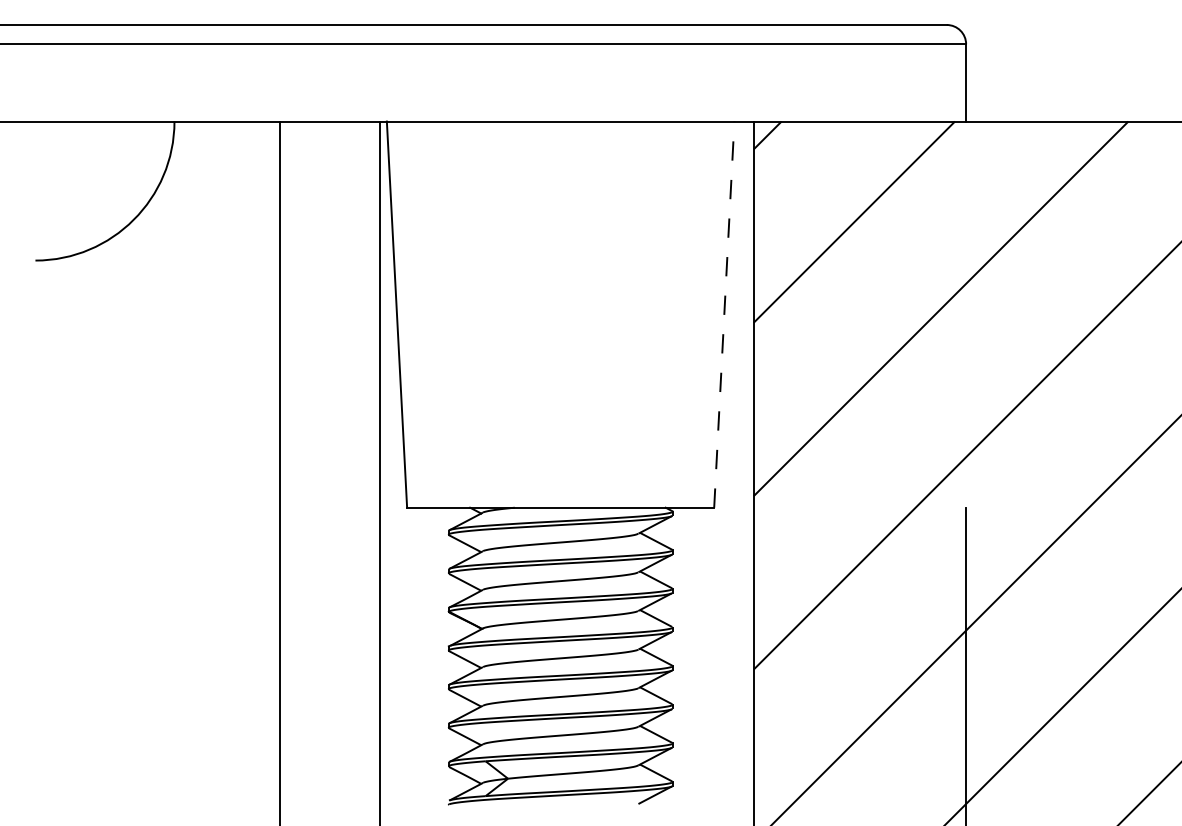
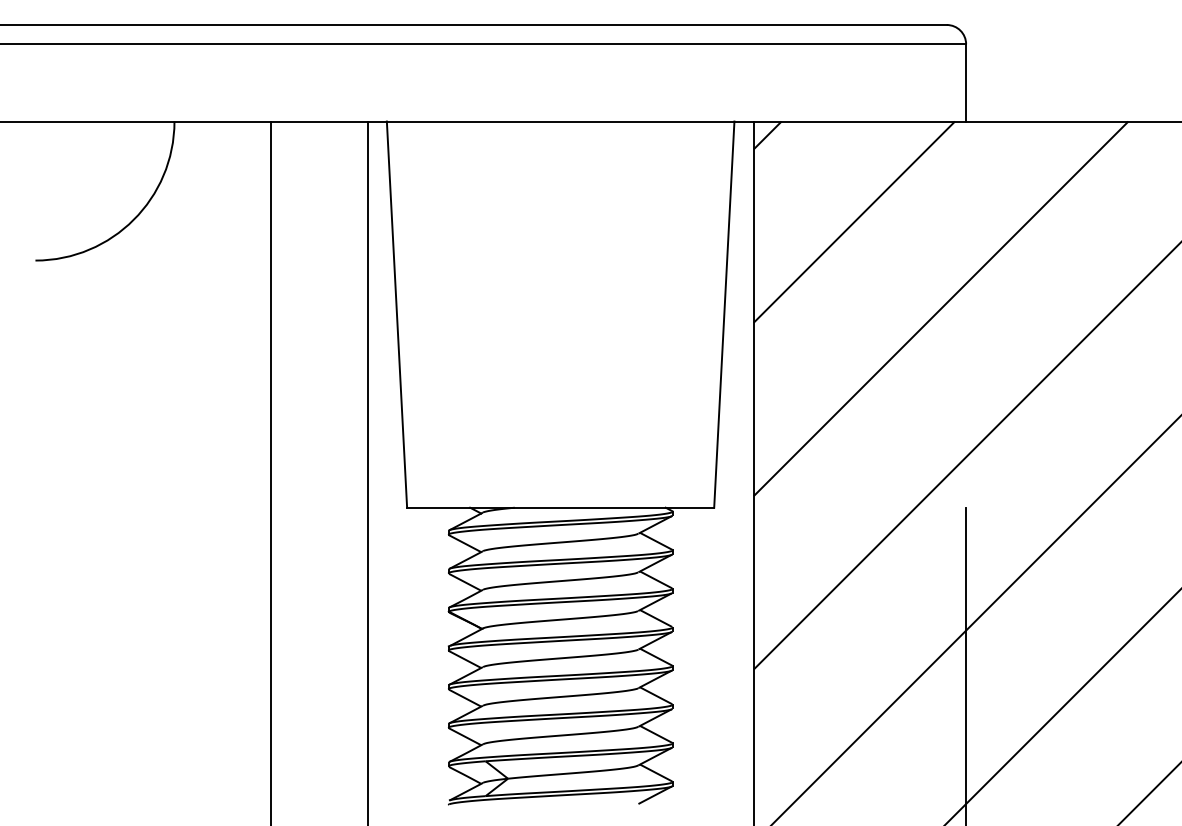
line at (724, 314): dashed -> solid
line at (280, 471) position: (280, 471) -> (271, 471)
line at (379, 471) position: (379, 471) -> (367, 471)
